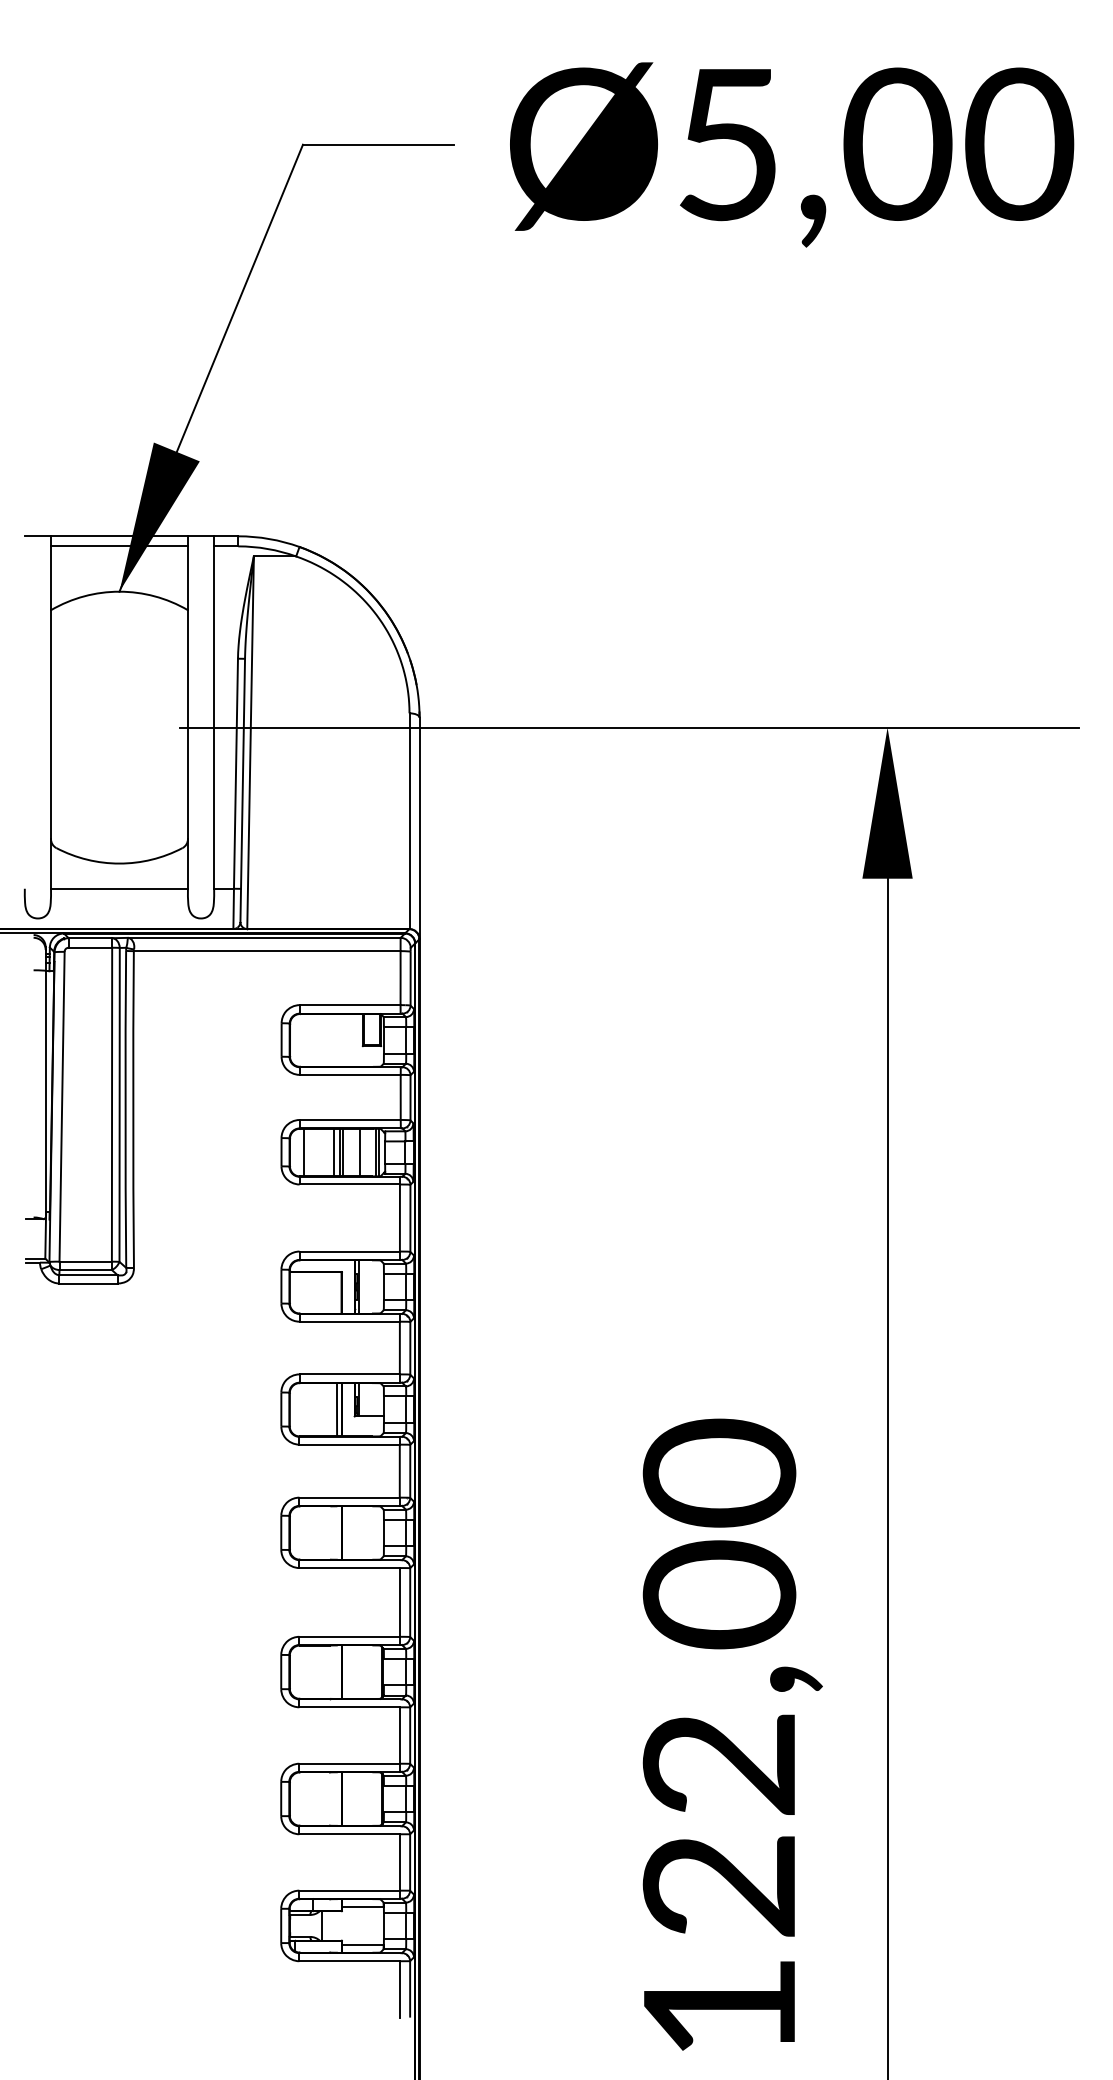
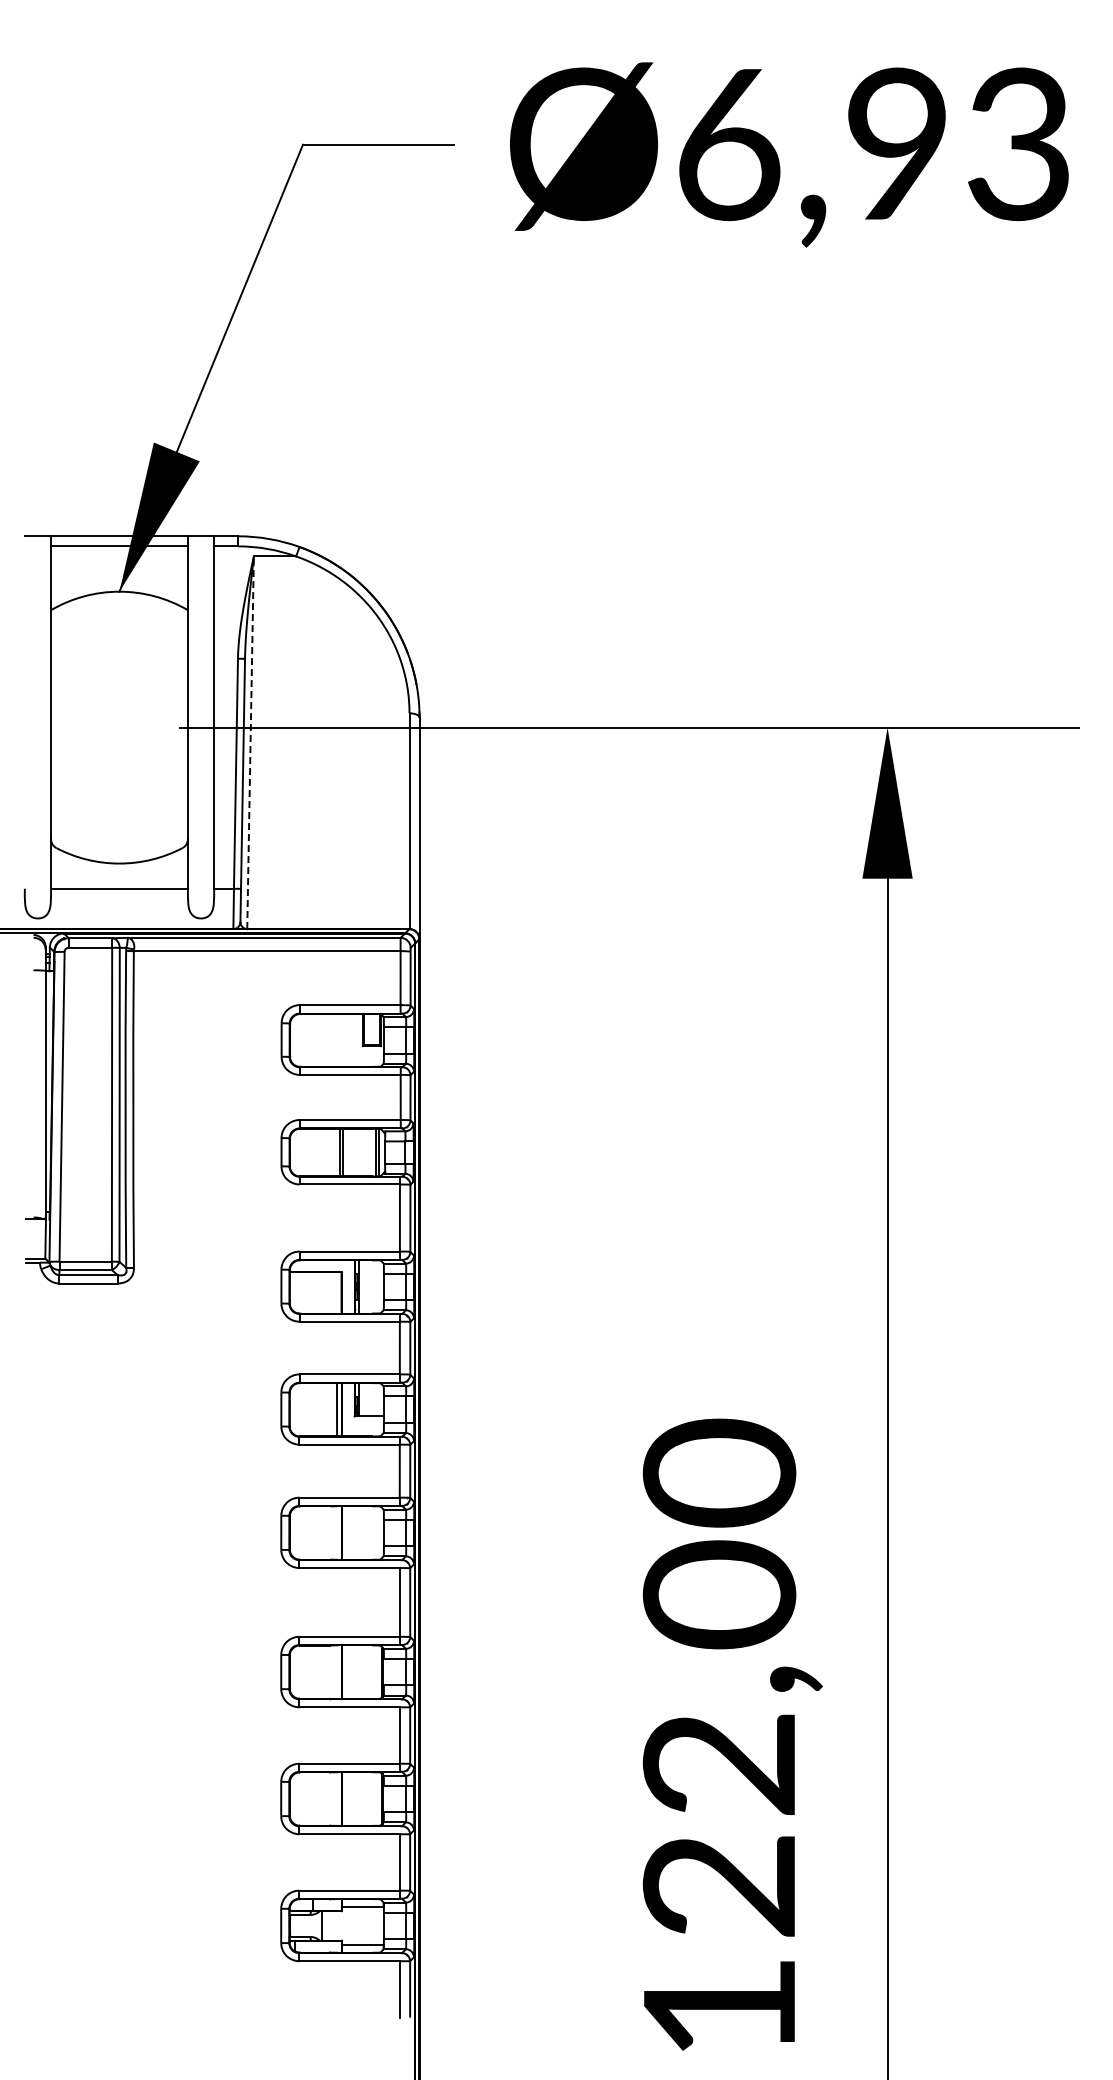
text at (876, 144): Ø5,00 -> Ø6,93
line at (250, 742): solid -> dashed
line at (303, 1152): present -> none
line at (334, 1152): present -> none
line at (360, 1152): present -> none
